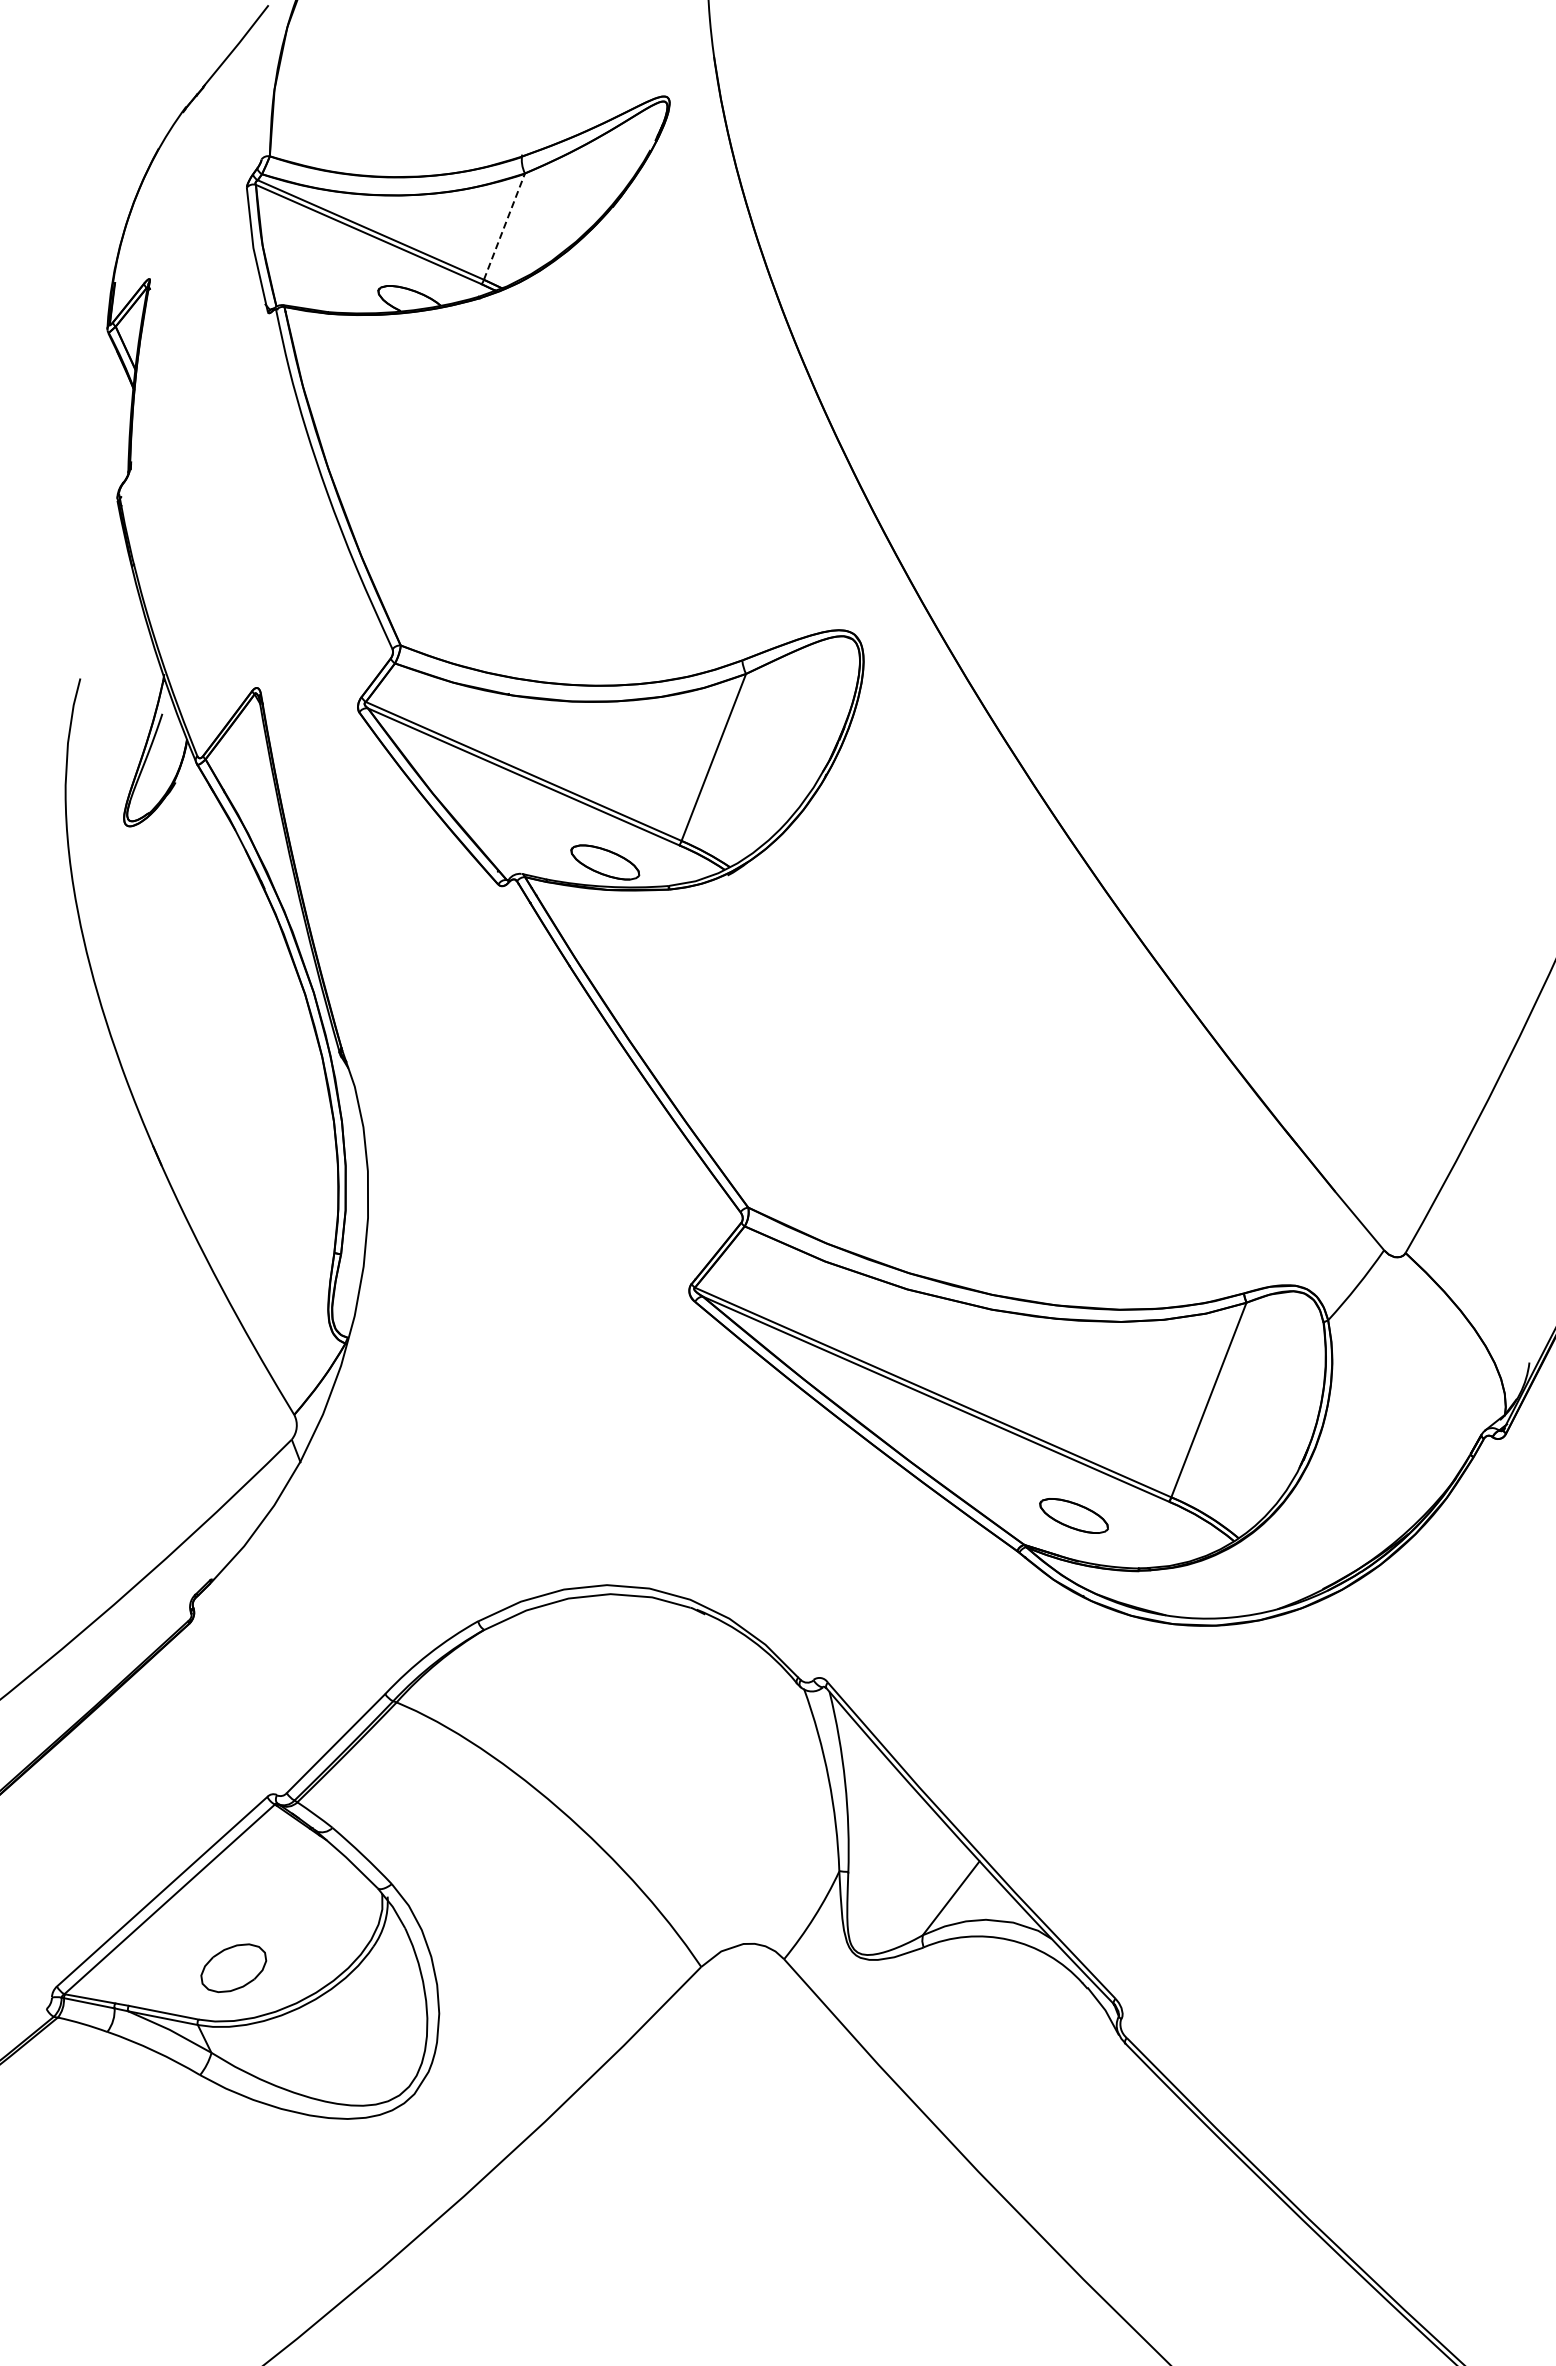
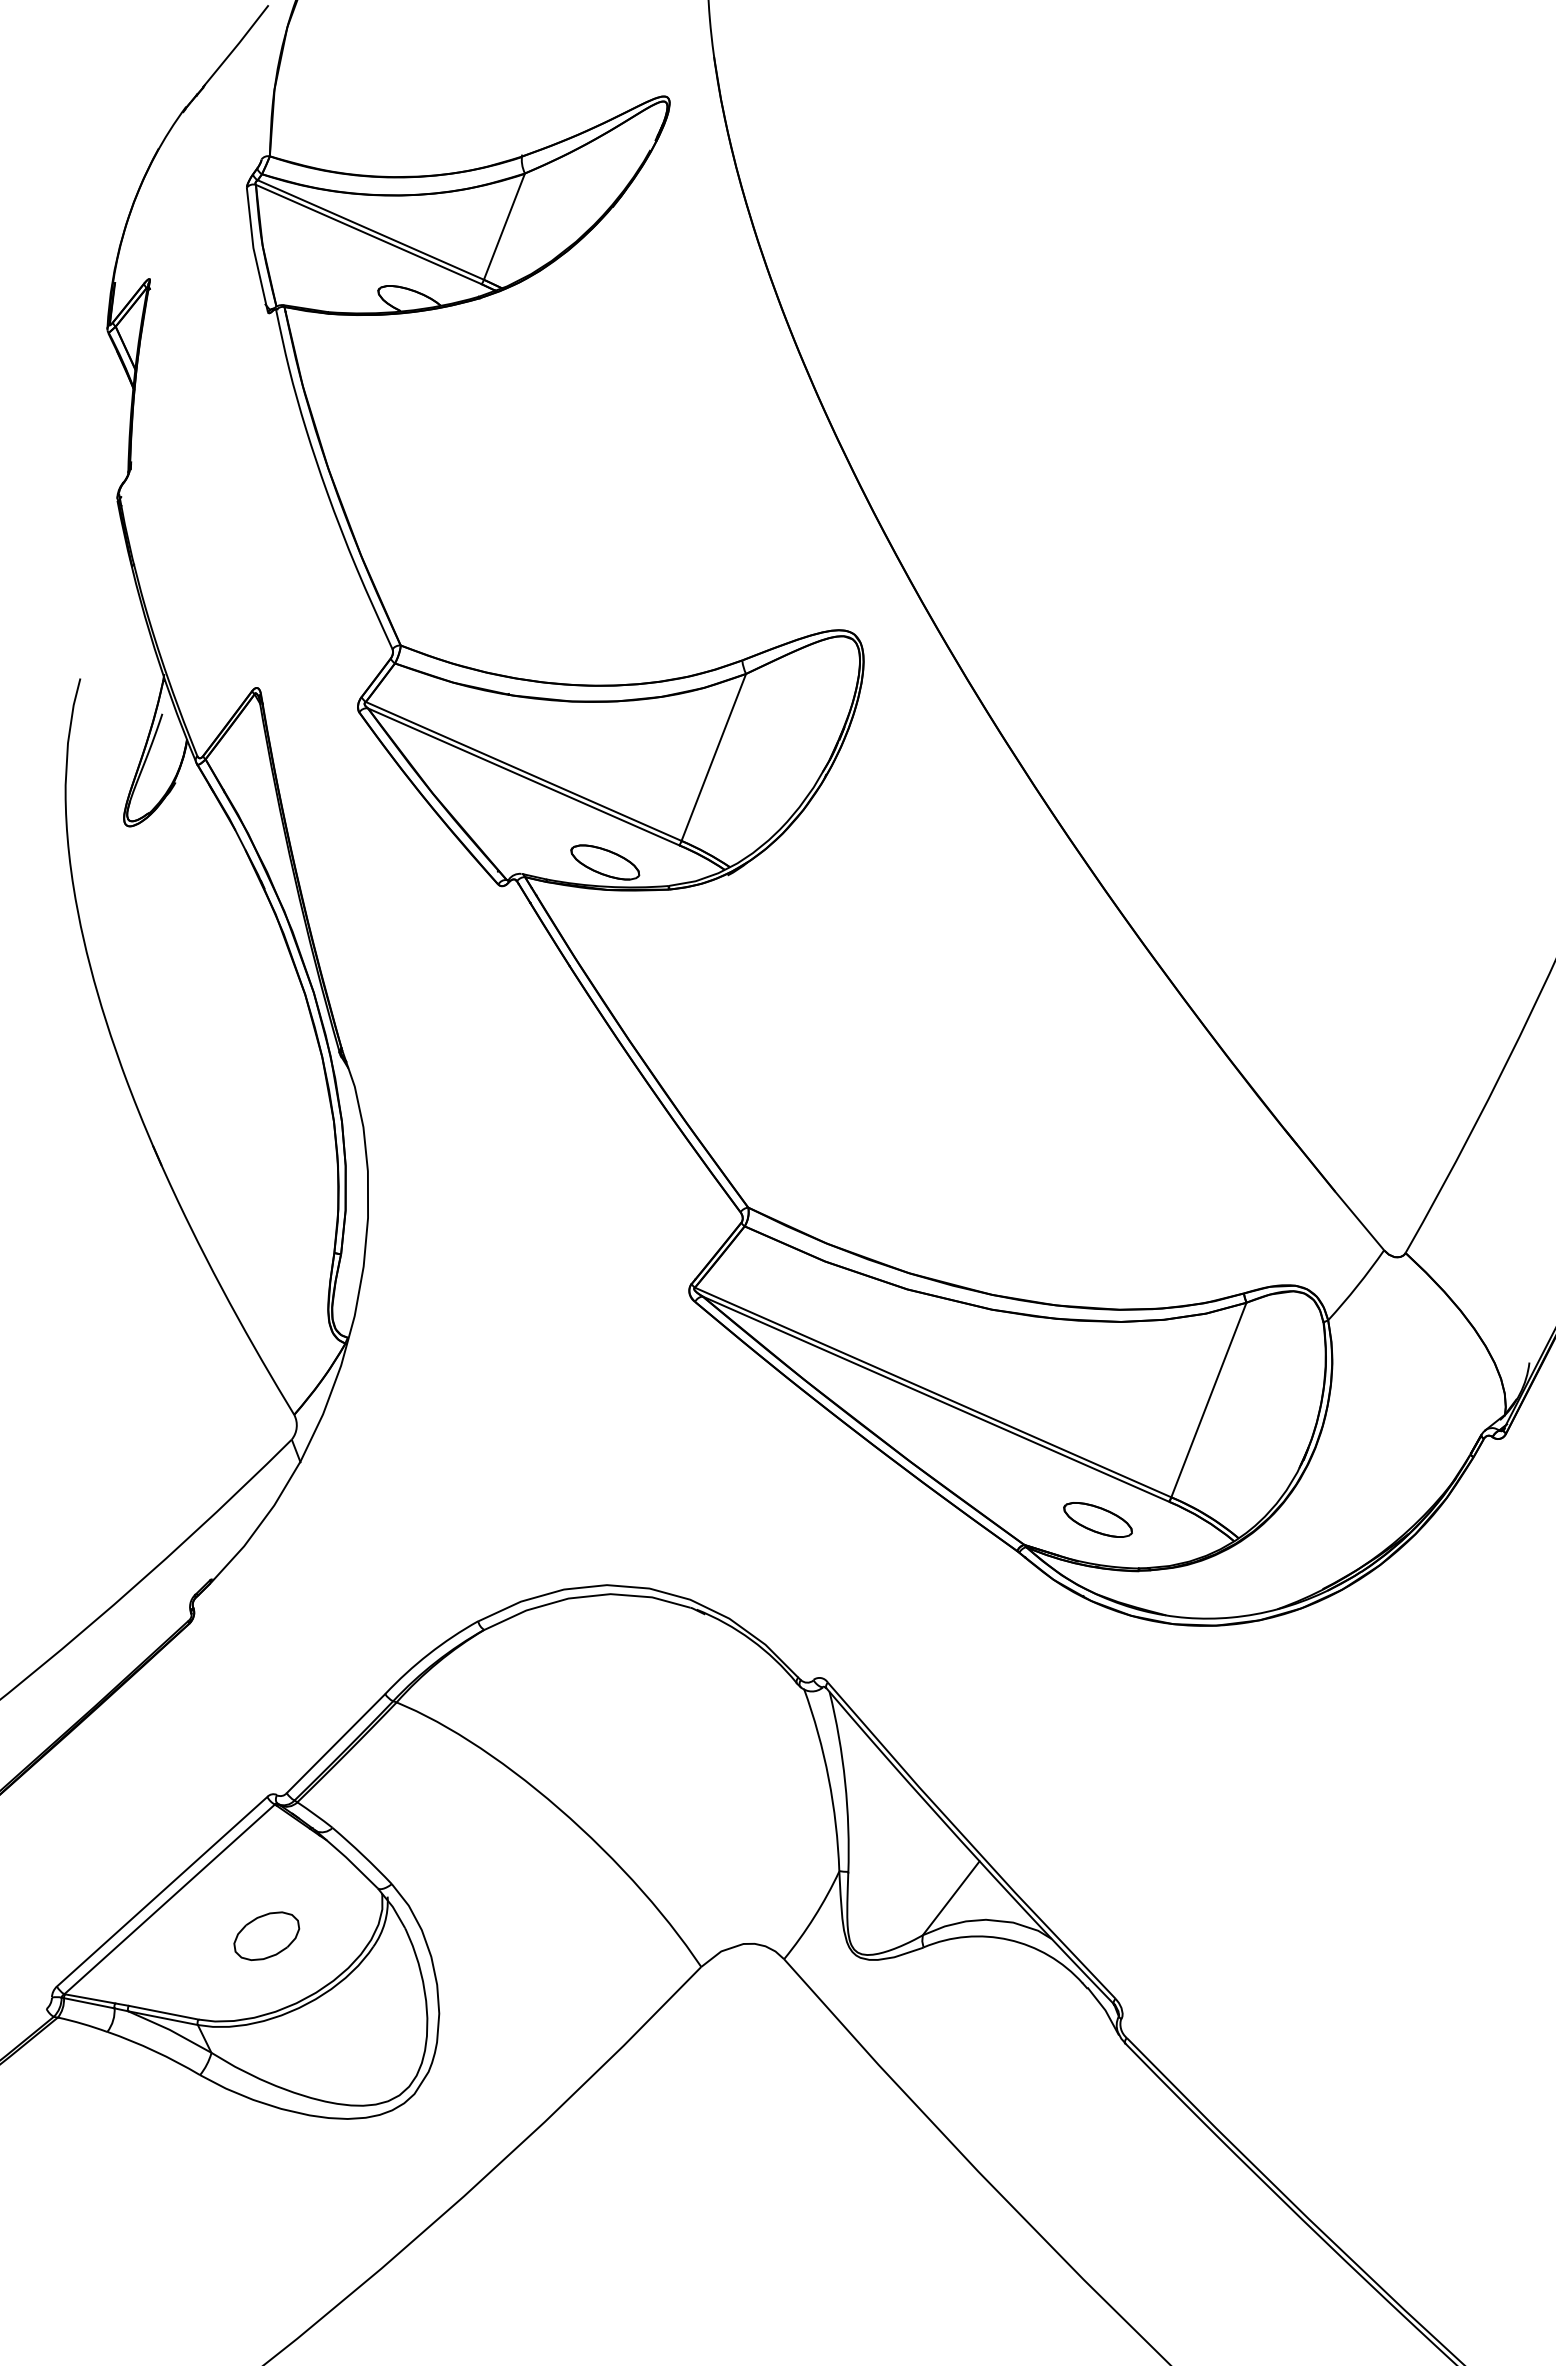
line at (504, 226): dashed -> solid
part at (1073, 1515) position: (1073, 1515) -> (1097, 1519)
part at (233, 1968) position: (233, 1968) -> (266, 1936)
